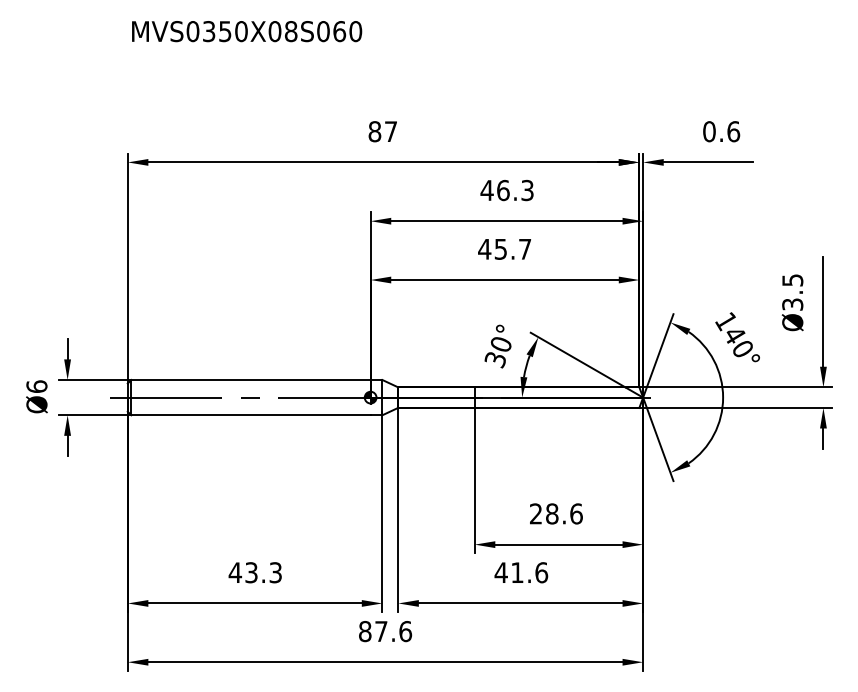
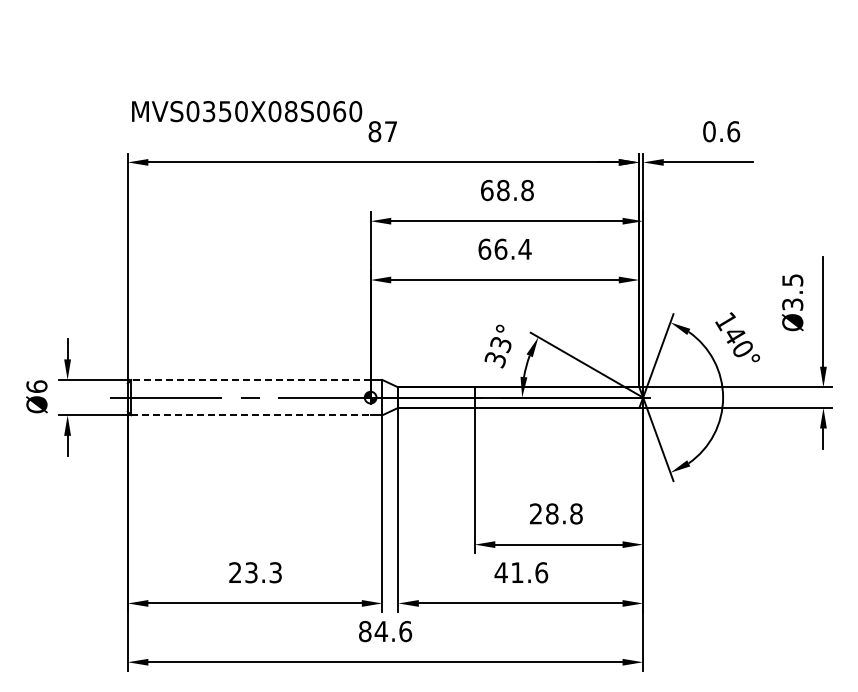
text at (247, 31) position: (247, 31) -> (247, 111)
text at (506, 190): 46.3 -> 68.8
text at (504, 248): 45.7 -> 66.4
text at (500, 345): 30° -> 33°
line at (250, 379): solid -> dashed
line at (250, 415): solid -> dashed
text at (576, 513): 28.6 -> 28.8
text at (235, 572): 43.3 -> 23.3
text at (381, 631): 87.6 -> 84.6
